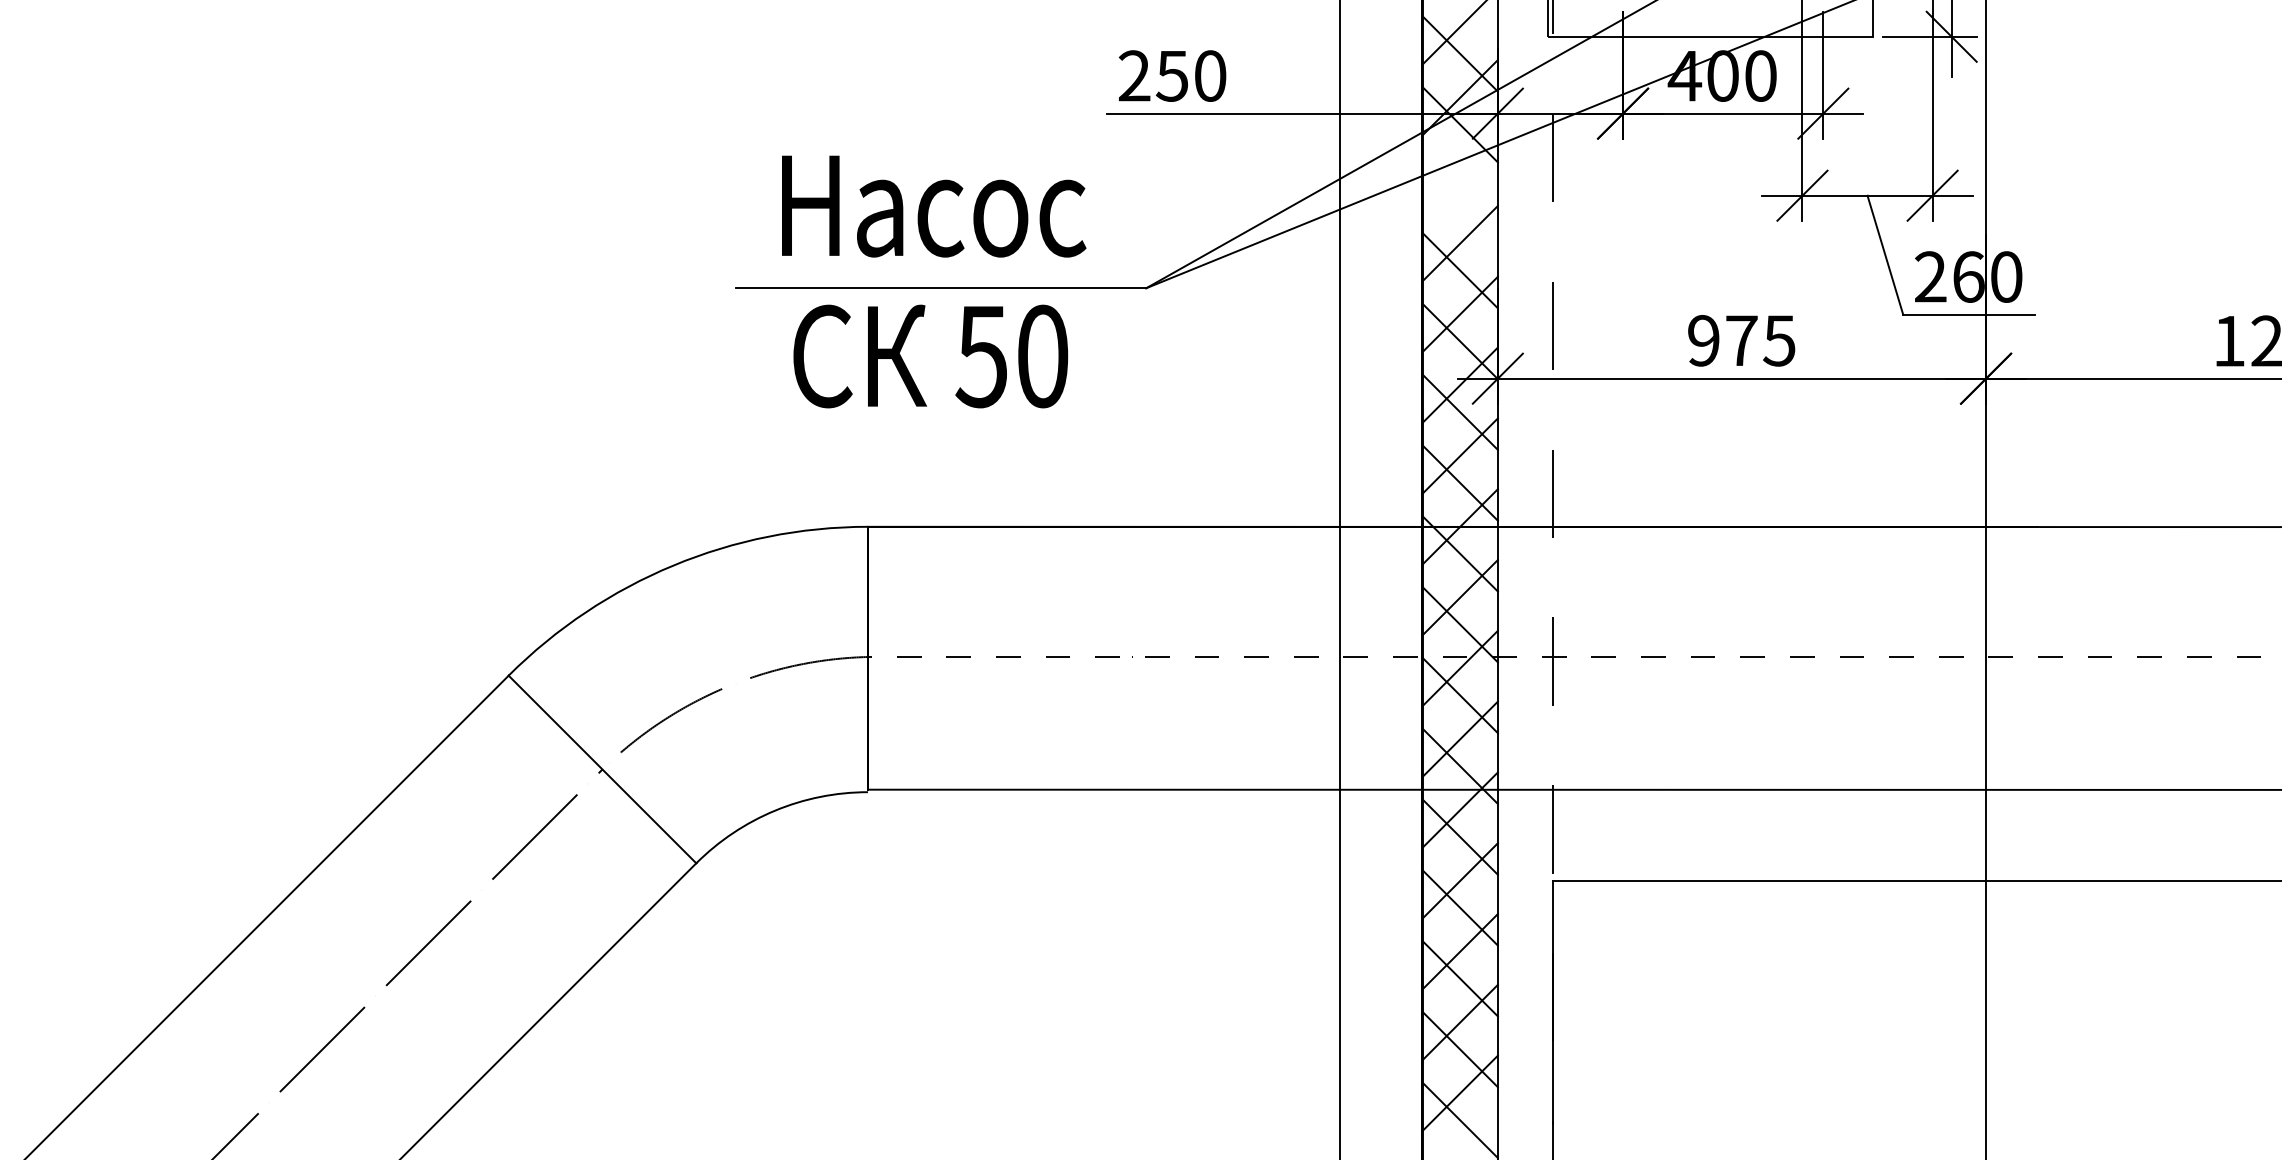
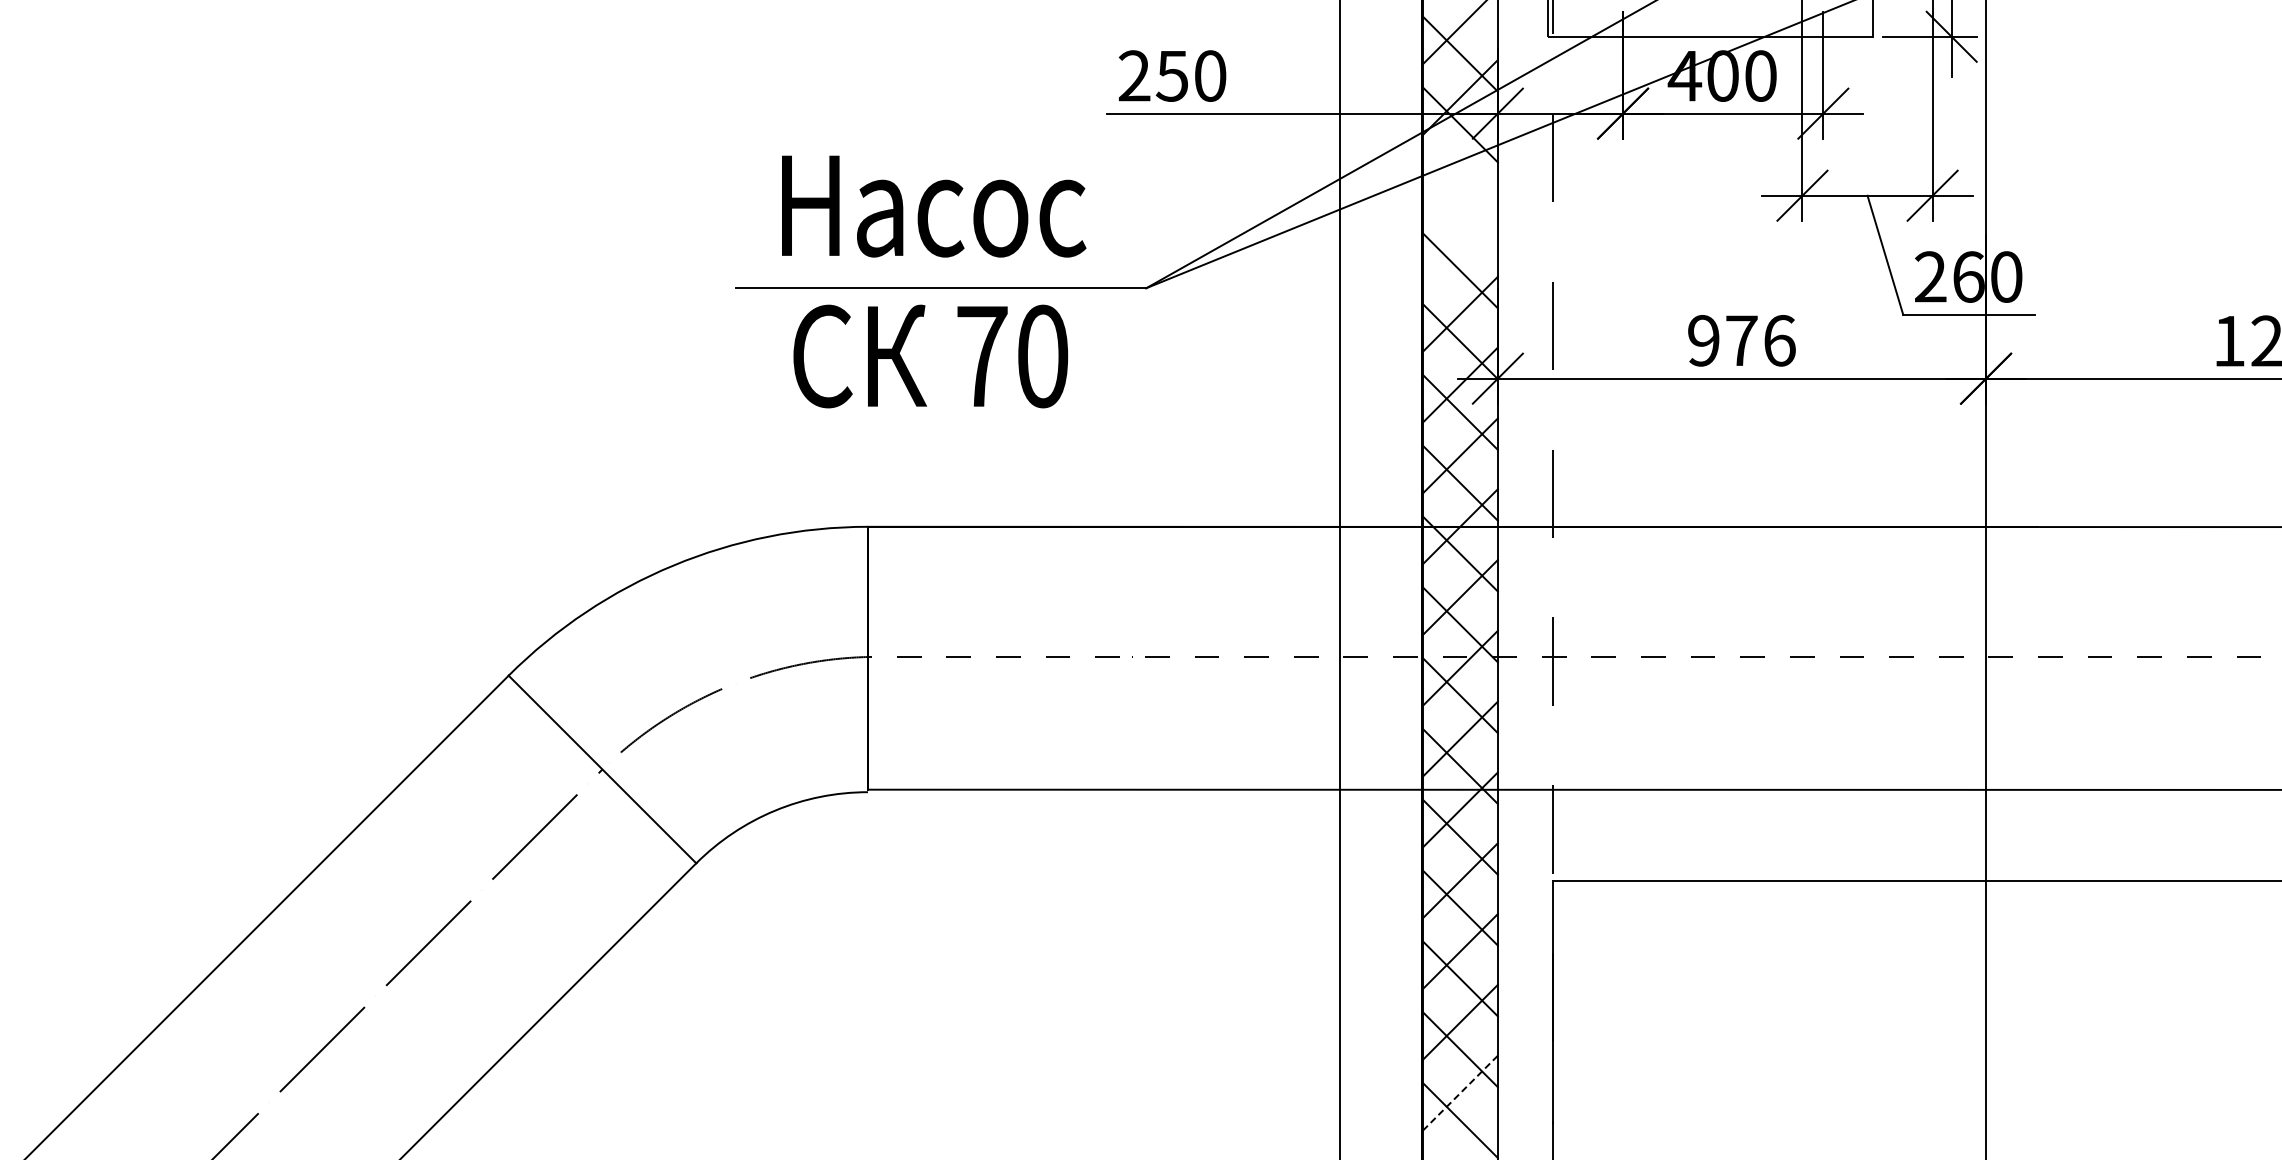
line at (1459, 243): present -> none
text at (1779, 340): 975 -> 976
text at (981, 357): 50 -> 70
line at (1459, 1093): solid -> dashed
